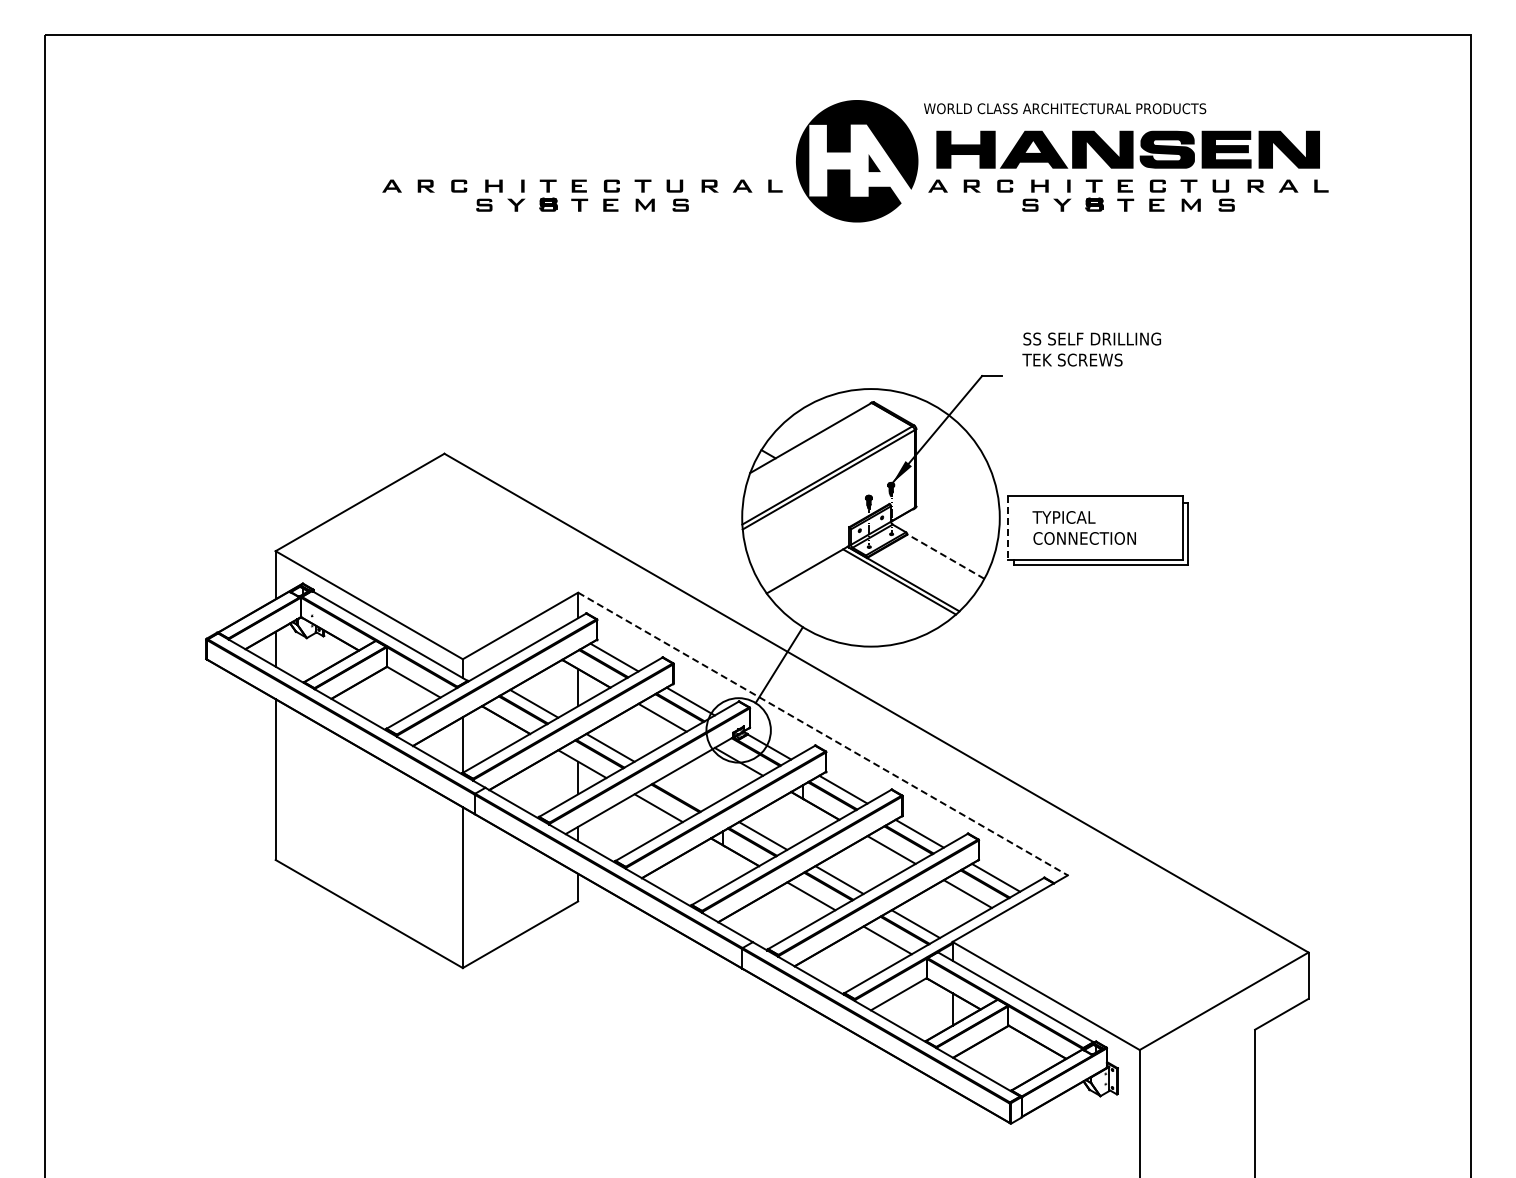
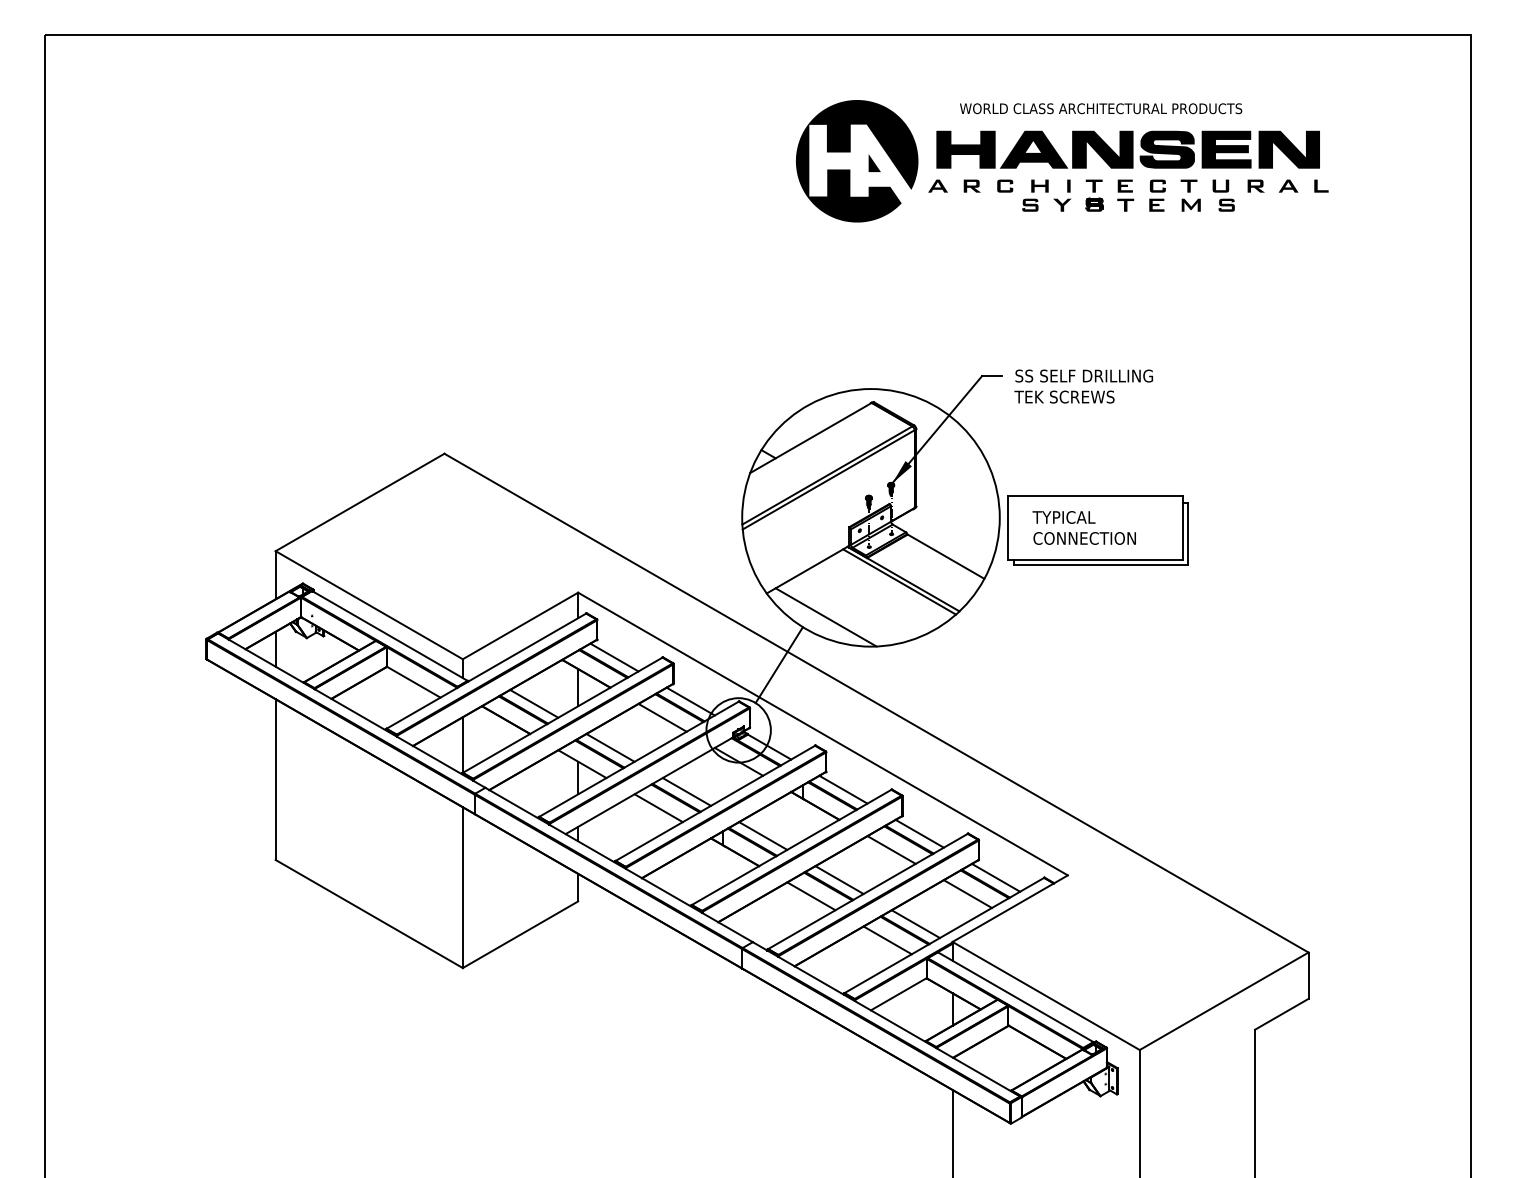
text at (1065, 108) position: (1065, 108) -> (1101, 108)
part at (582, 195): present -> none
text at (1091, 349) position: (1091, 349) -> (1083, 386)
line at (1007, 528): dashed -> solid
line at (945, 556): dashed -> solid
line at (825, 617): none -> present
line at (823, 734): dashed -> solid
line at (686, 791): none -> present
line at (952, 1131): none -> present
